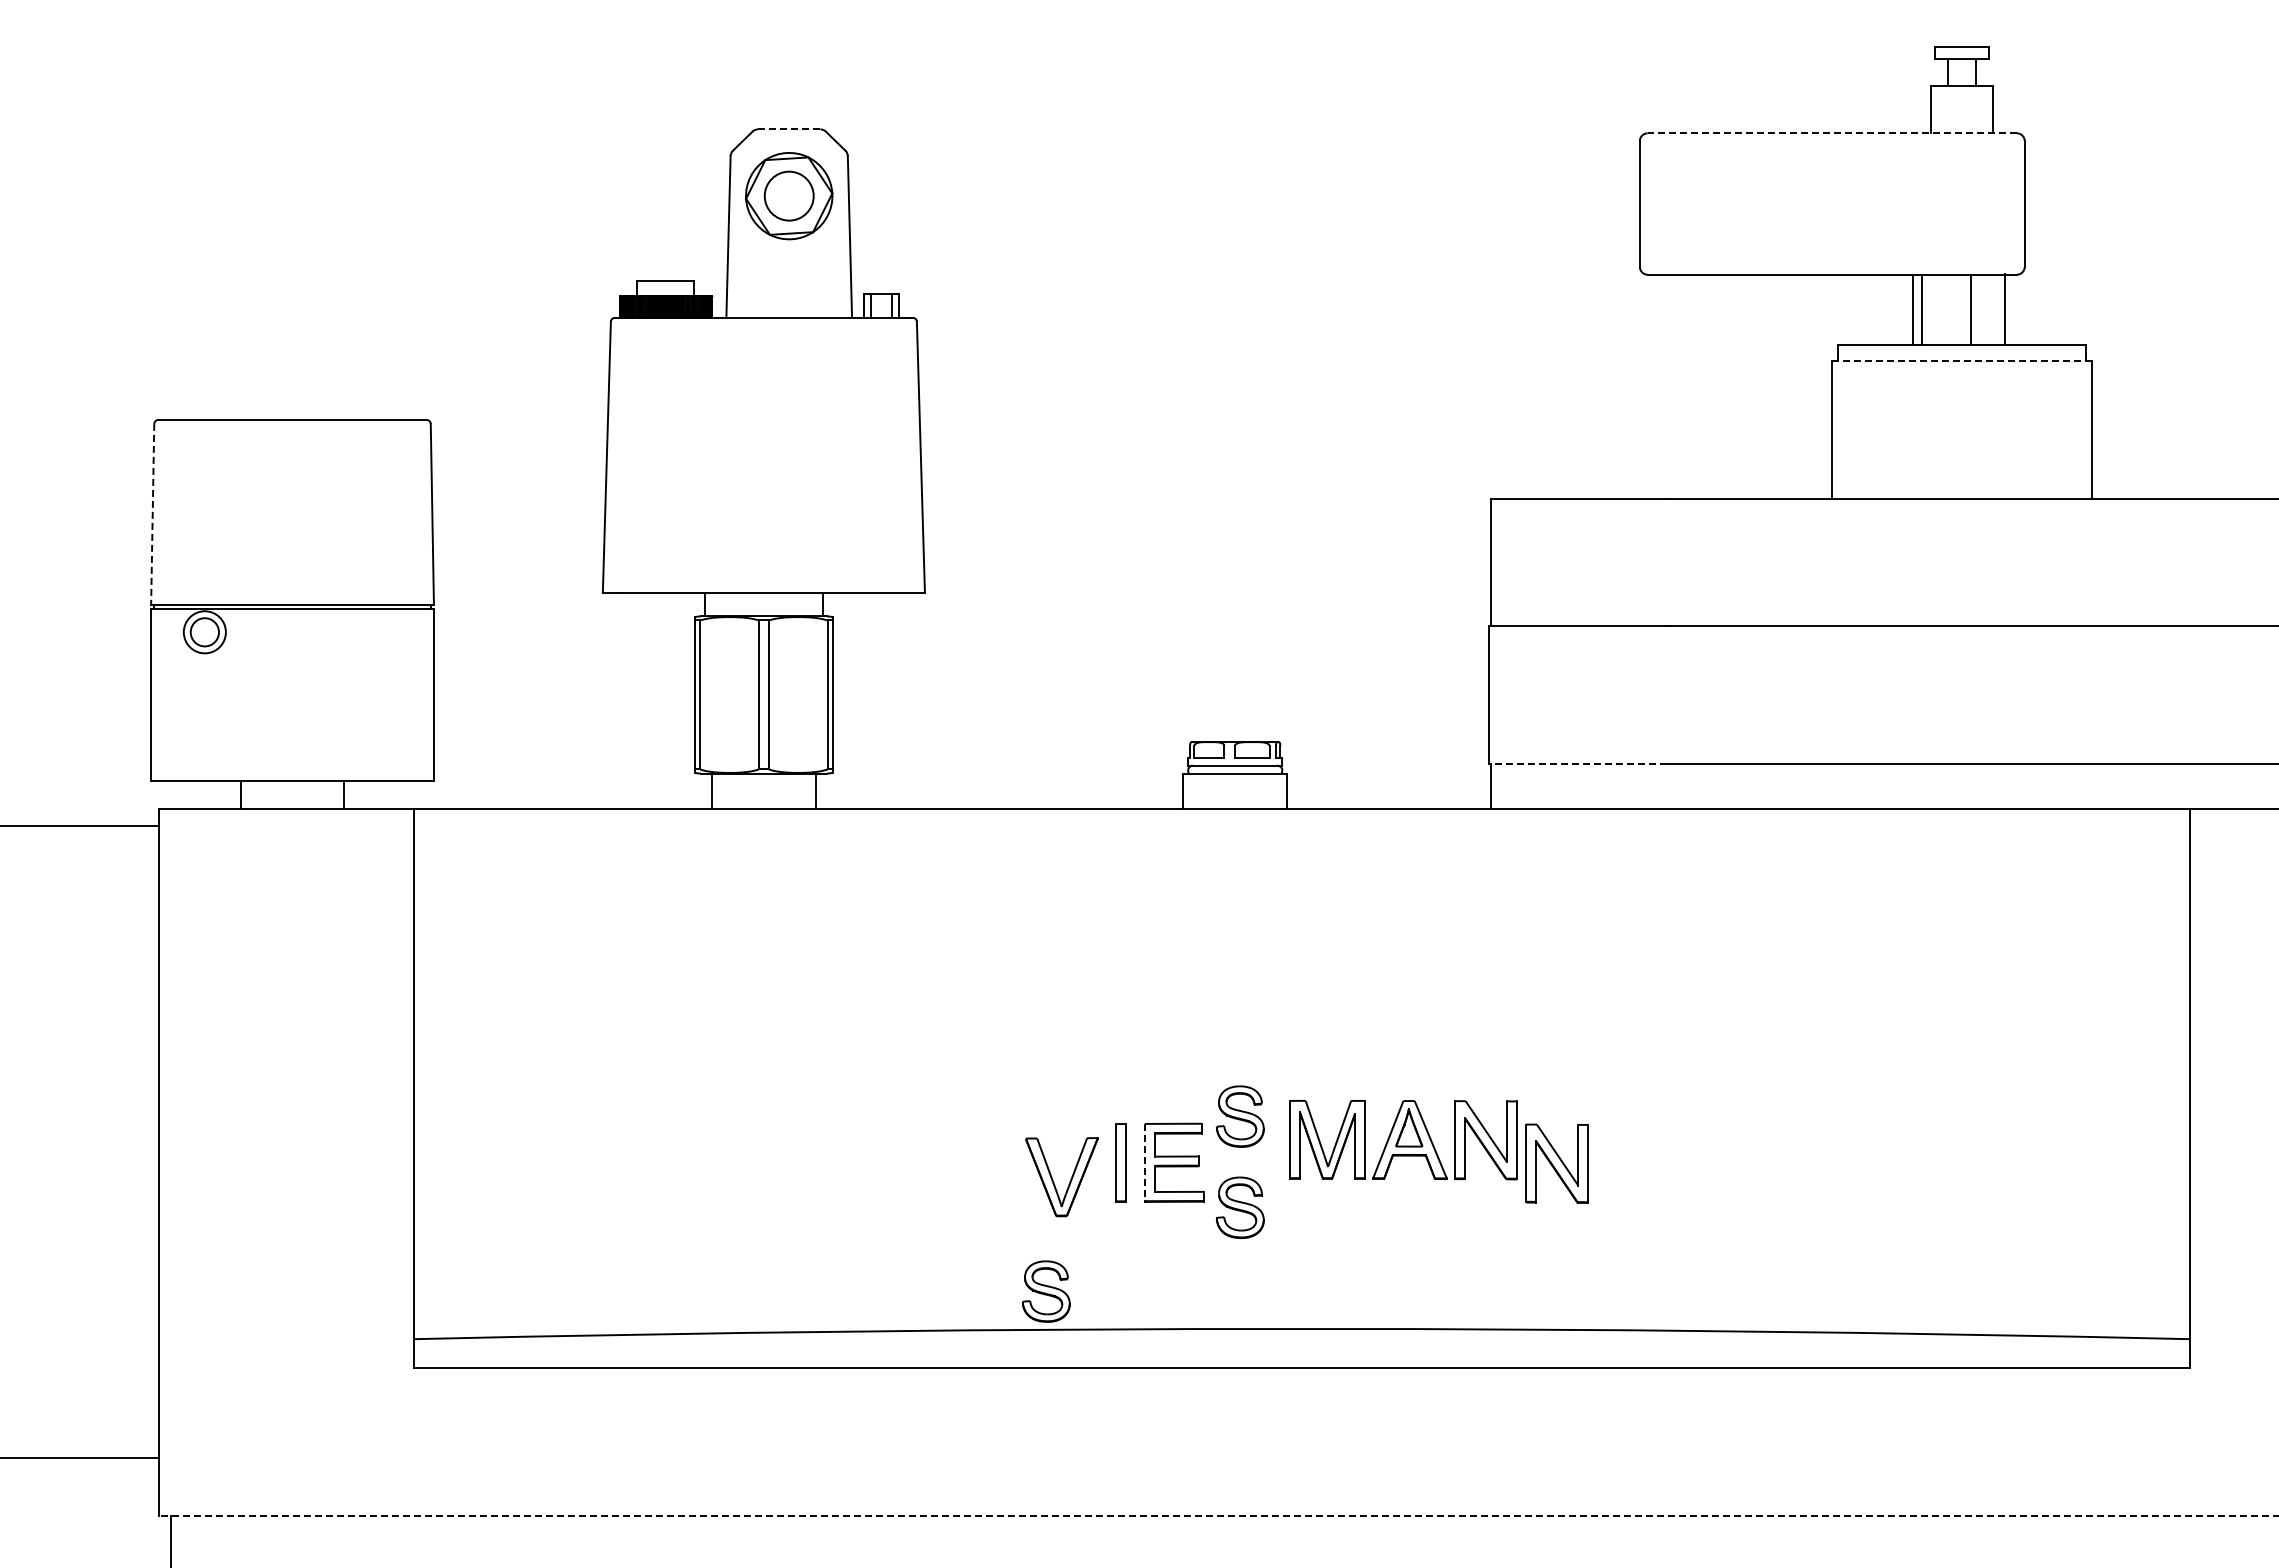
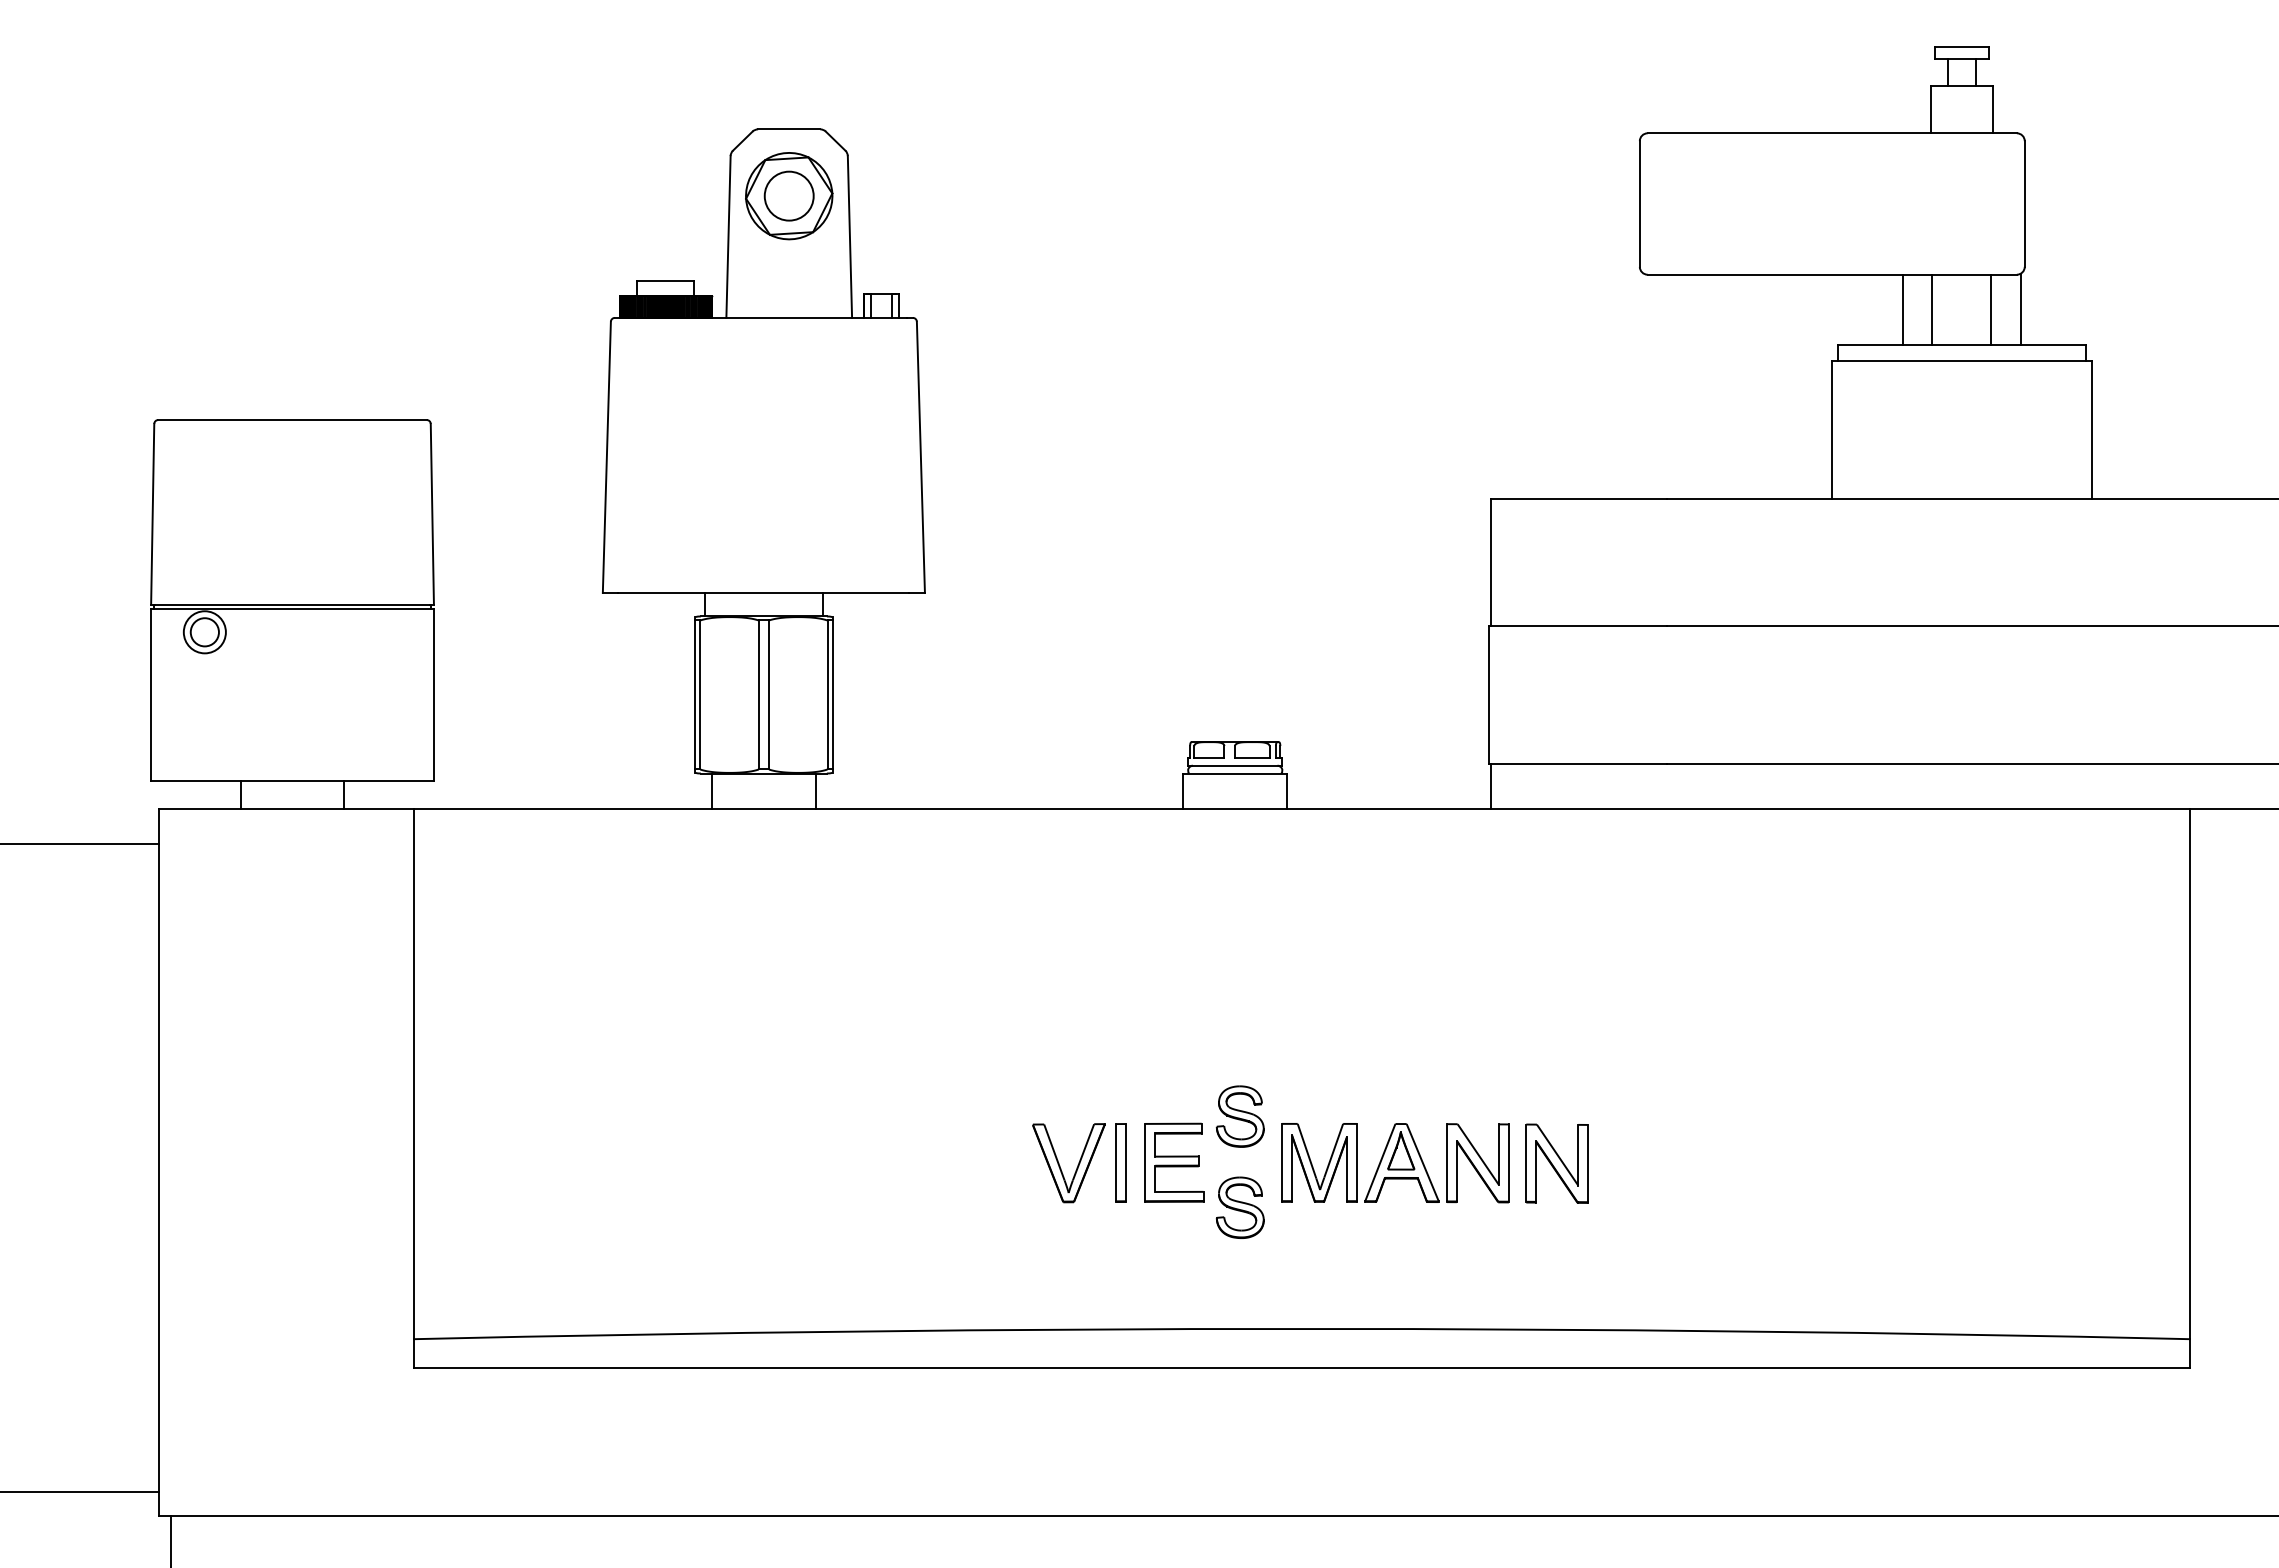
line at (788, 129): dashed -> solid
line at (1832, 133): dashed -> solid
line at (1913, 309) position: (1913, 309) -> (1932, 309)
line at (1921, 309) position: (1921, 309) -> (1902, 309)
line at (1971, 309) position: (1971, 309) -> (1991, 309)
line at (2004, 309) position: (2004, 309) -> (2020, 309)
line at (1961, 361): dashed -> solid
line at (152, 514): dashed -> solid
line at (1577, 763): dashed -> solid
line at (80, 826) position: (80, 826) -> (80, 844)
part at (1403, 1140) position: (1403, 1140) -> (1395, 1163)
line at (1144, 1162): dashed -> solid
part at (1053, 1179) position: (1053, 1179) -> (1060, 1165)
part at (1045, 1291): present -> none
line at (80, 1458) position: (80, 1458) -> (80, 1492)
line at (1218, 1515): dashed -> solid
